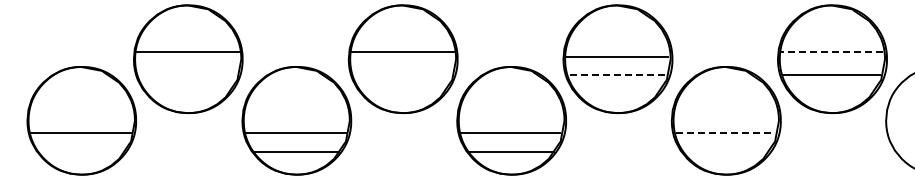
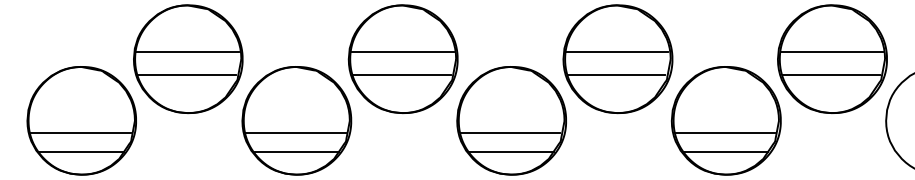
line at (831, 52): dashed -> solid
line at (617, 57) position: (617, 57) -> (617, 52)
line at (186, 75): none -> present
line at (401, 75): none -> present
line at (616, 75): dashed -> solid
line at (725, 133): dashed -> solid
line at (81, 151): none -> present
line at (726, 151): none -> present
